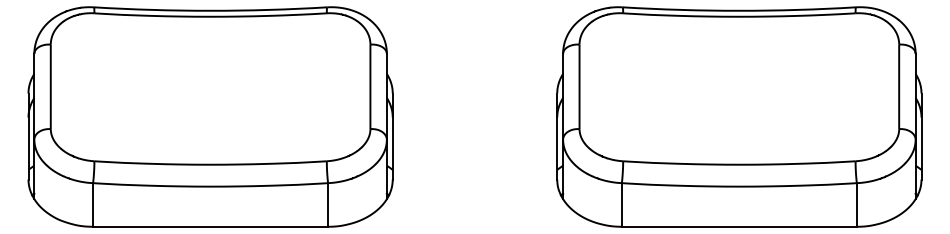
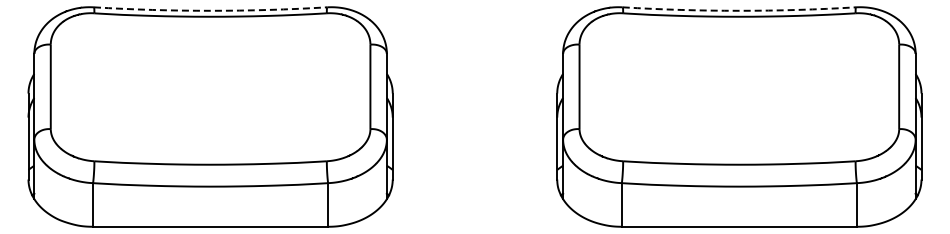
line at (210, 10): solid -> dashed
line at (739, 10): solid -> dashed
